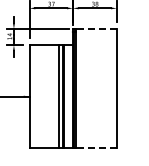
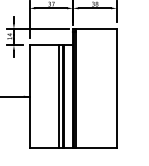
line at (95, 28): dashed -> solid
line at (95, 148): dashed -> solid
